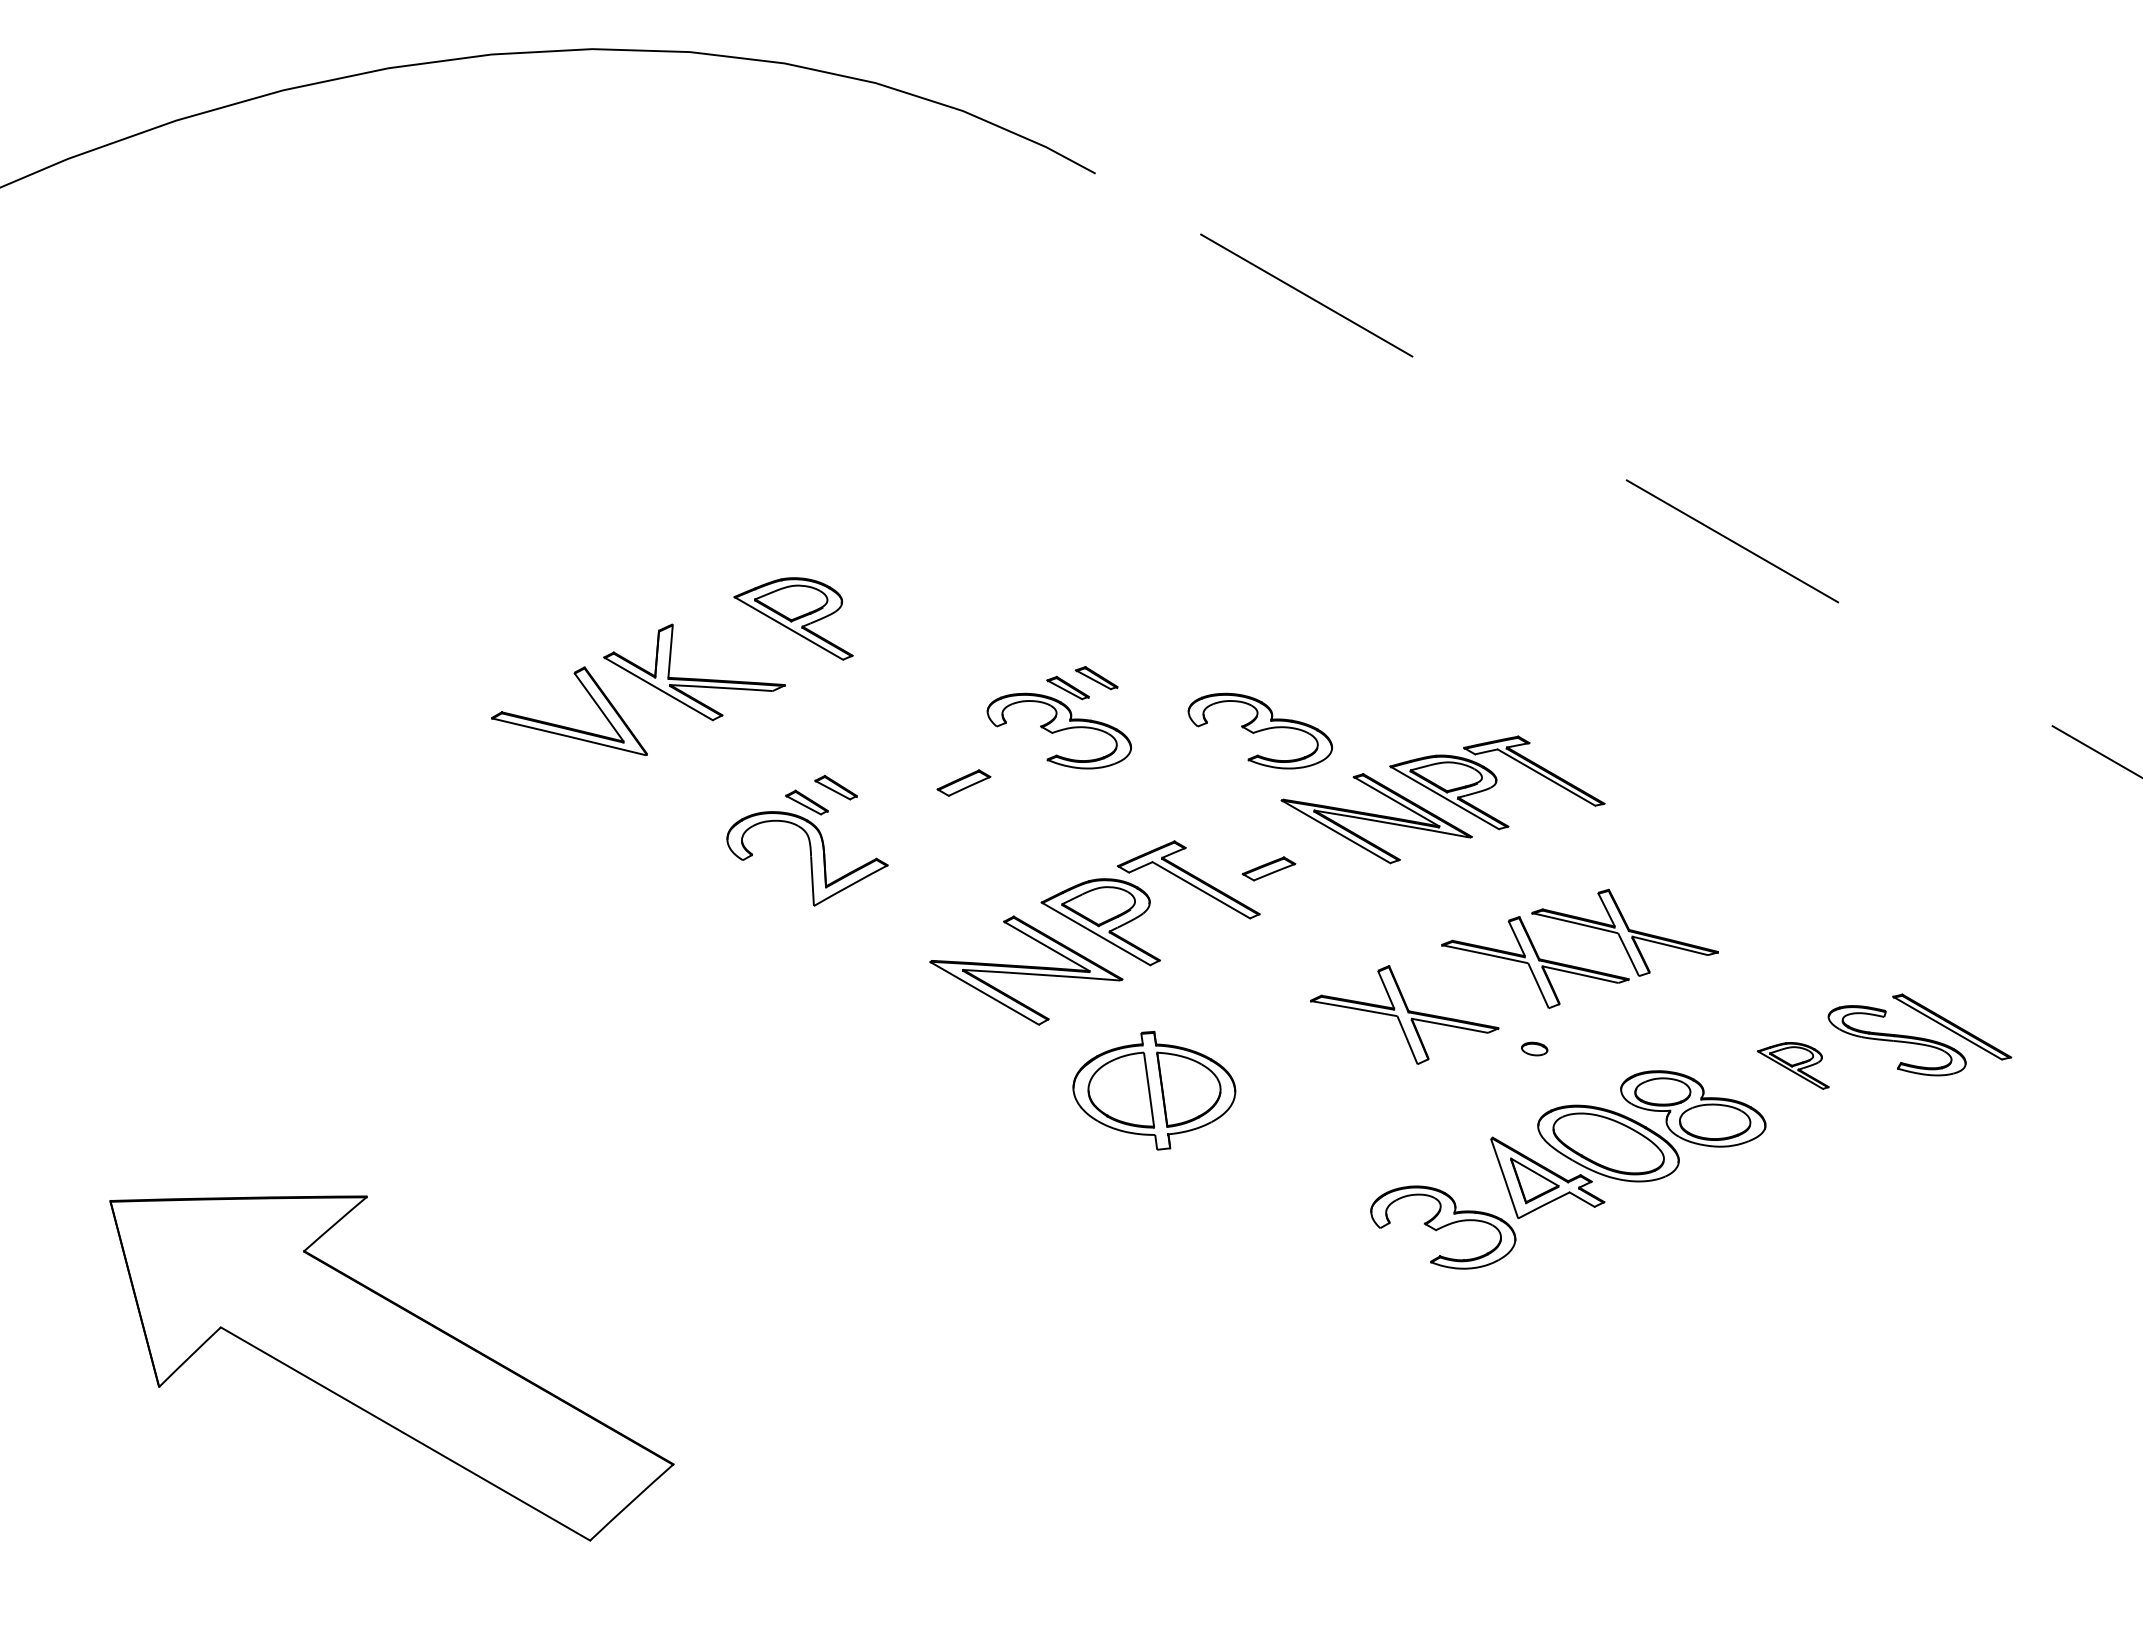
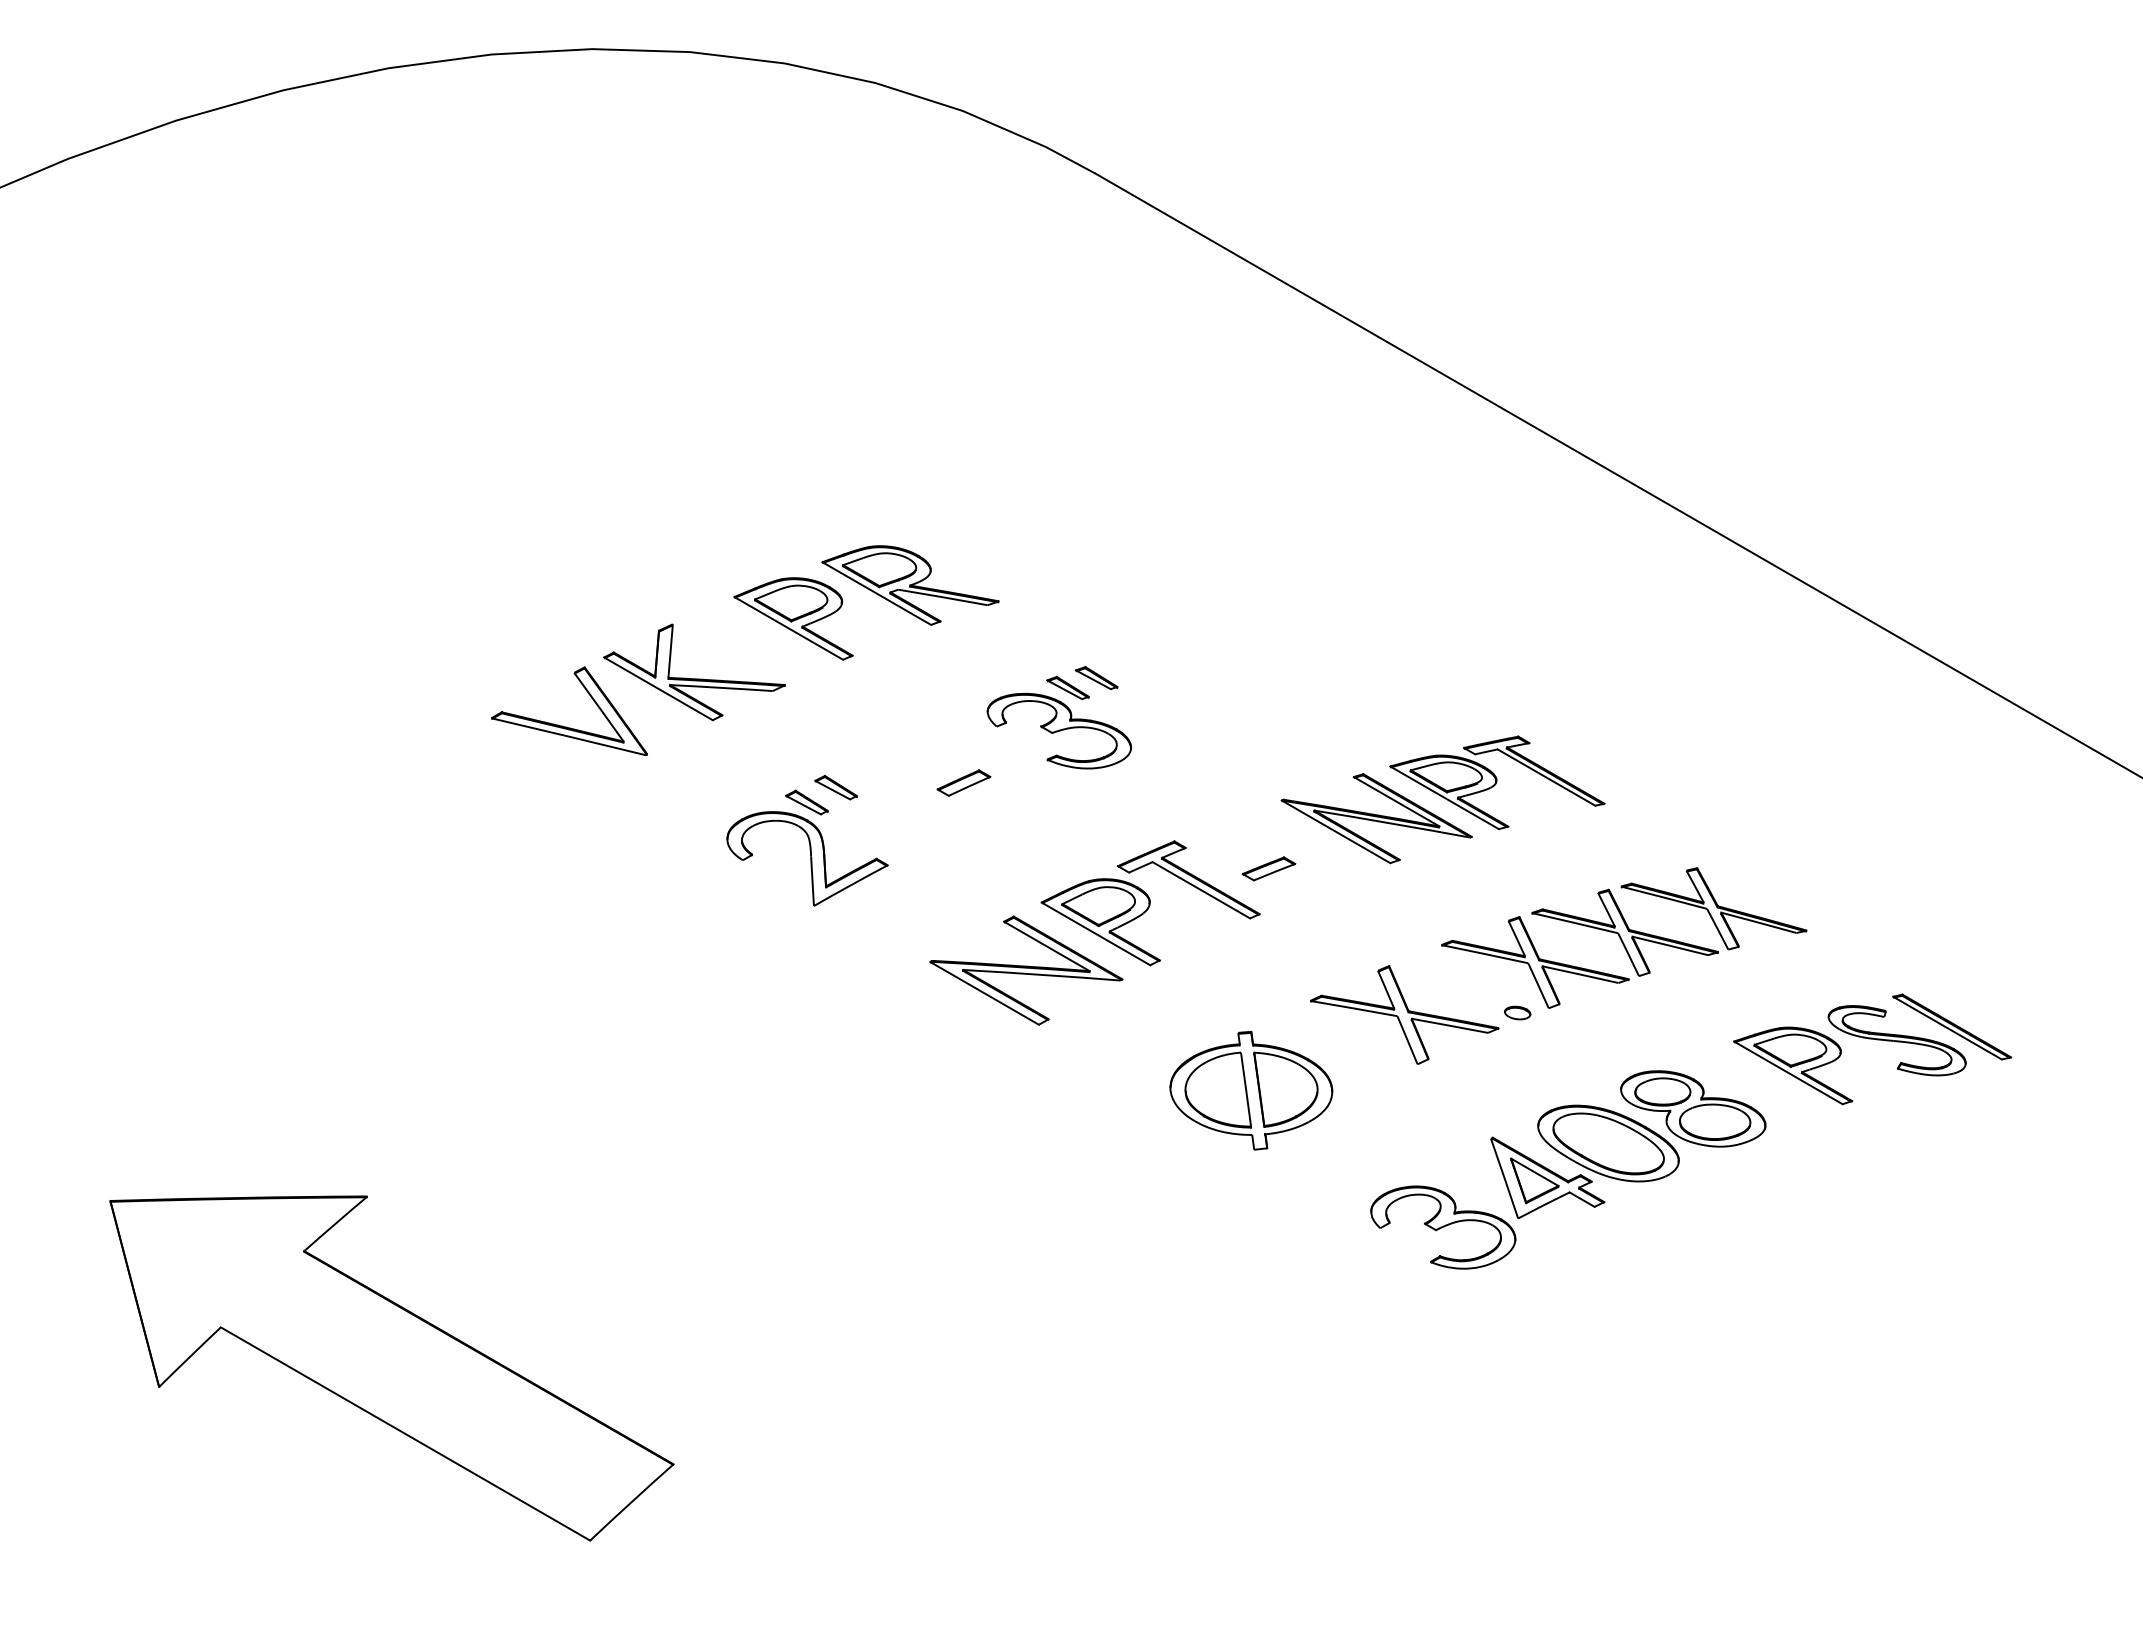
line at (1618, 475): dashed -> solid
part at (910, 585): none -> present
part at (1260, 730): present -> none
part at (1713, 908): none -> present
part at (1534, 1048) position: (1534, 1048) -> (1517, 1012)
part at (1792, 1065) size: 74x48 px -> 121x80 px
part at (1154, 1090) position: (1154, 1090) -> (1251, 1090)
